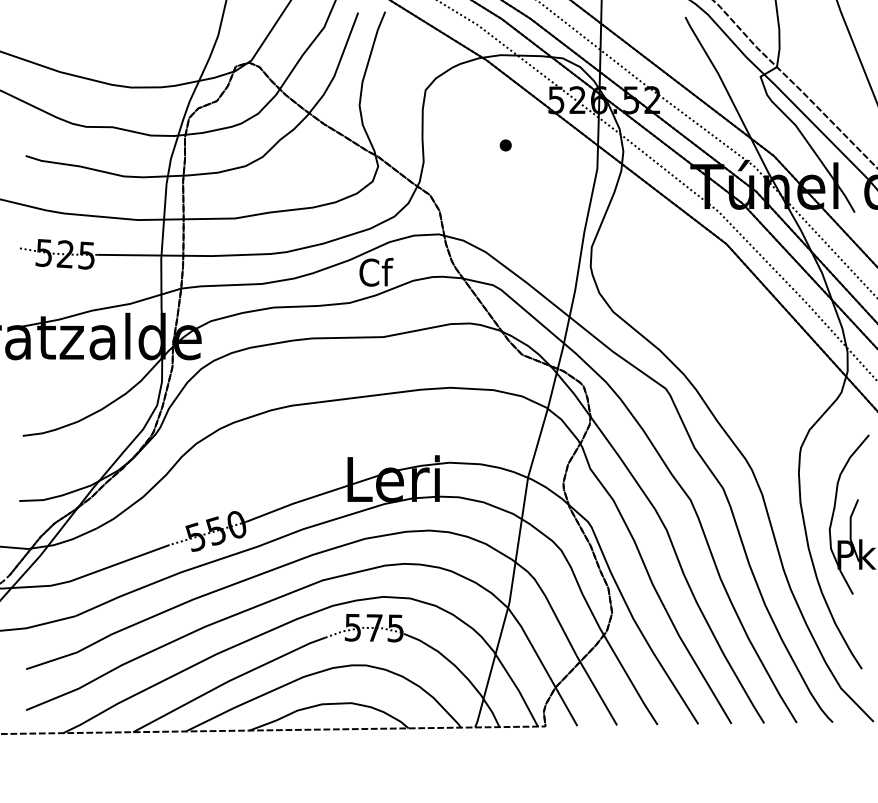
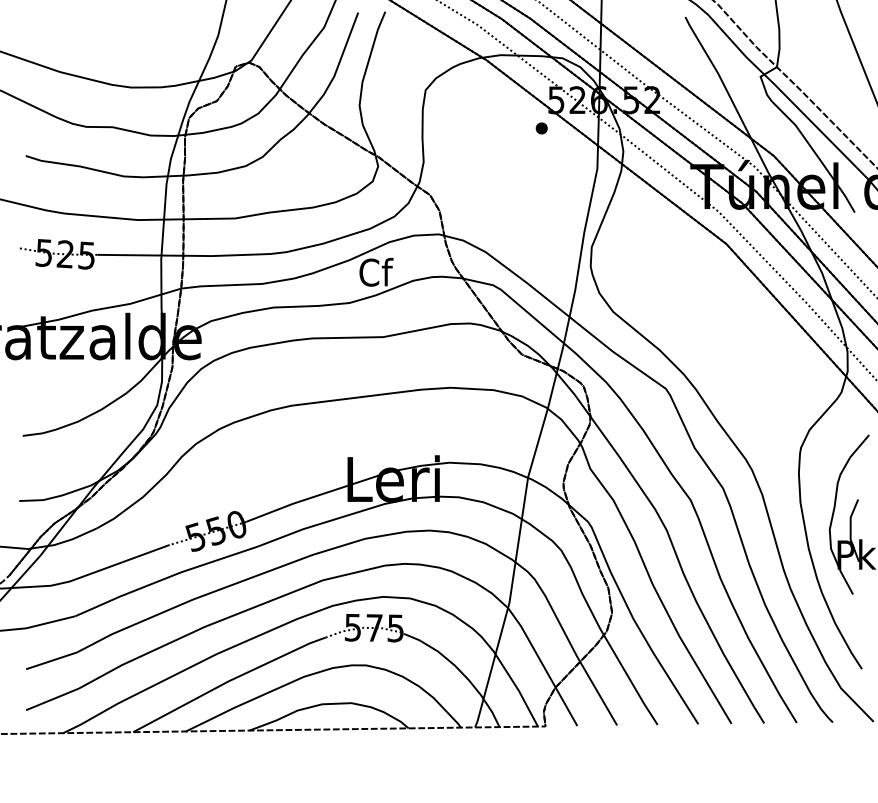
part at (505, 145) position: (505, 145) -> (541, 128)
